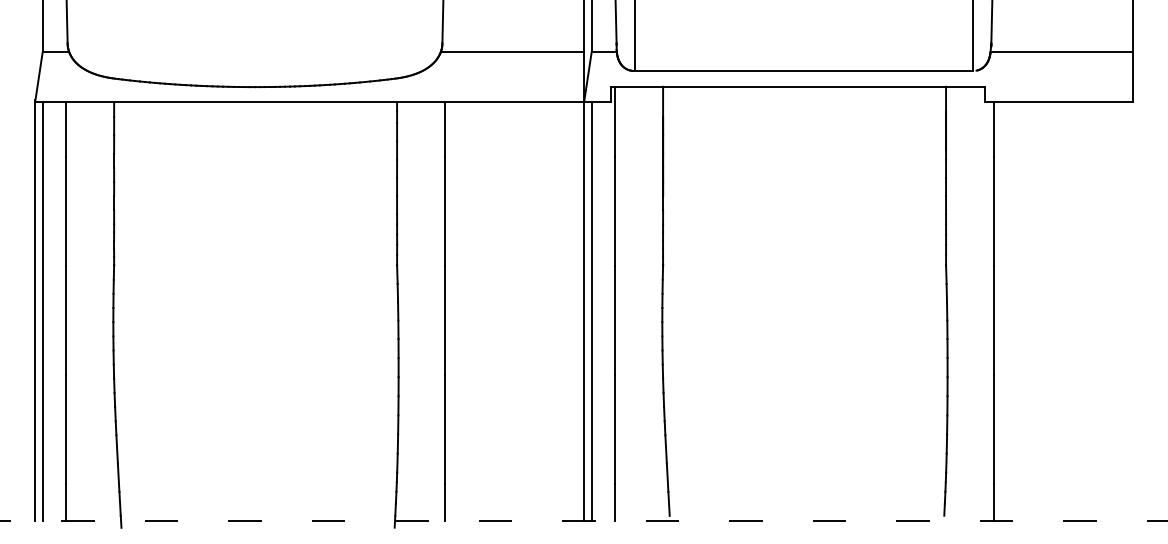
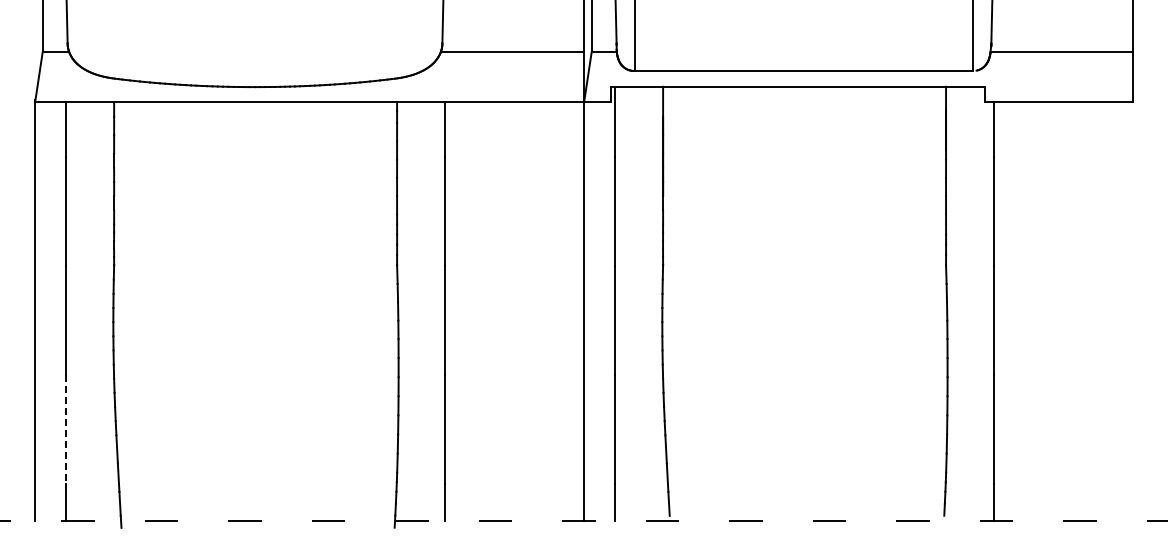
line at (43, 311): present -> none
line at (592, 311): present -> none
line at (66, 429): solid -> dashed
